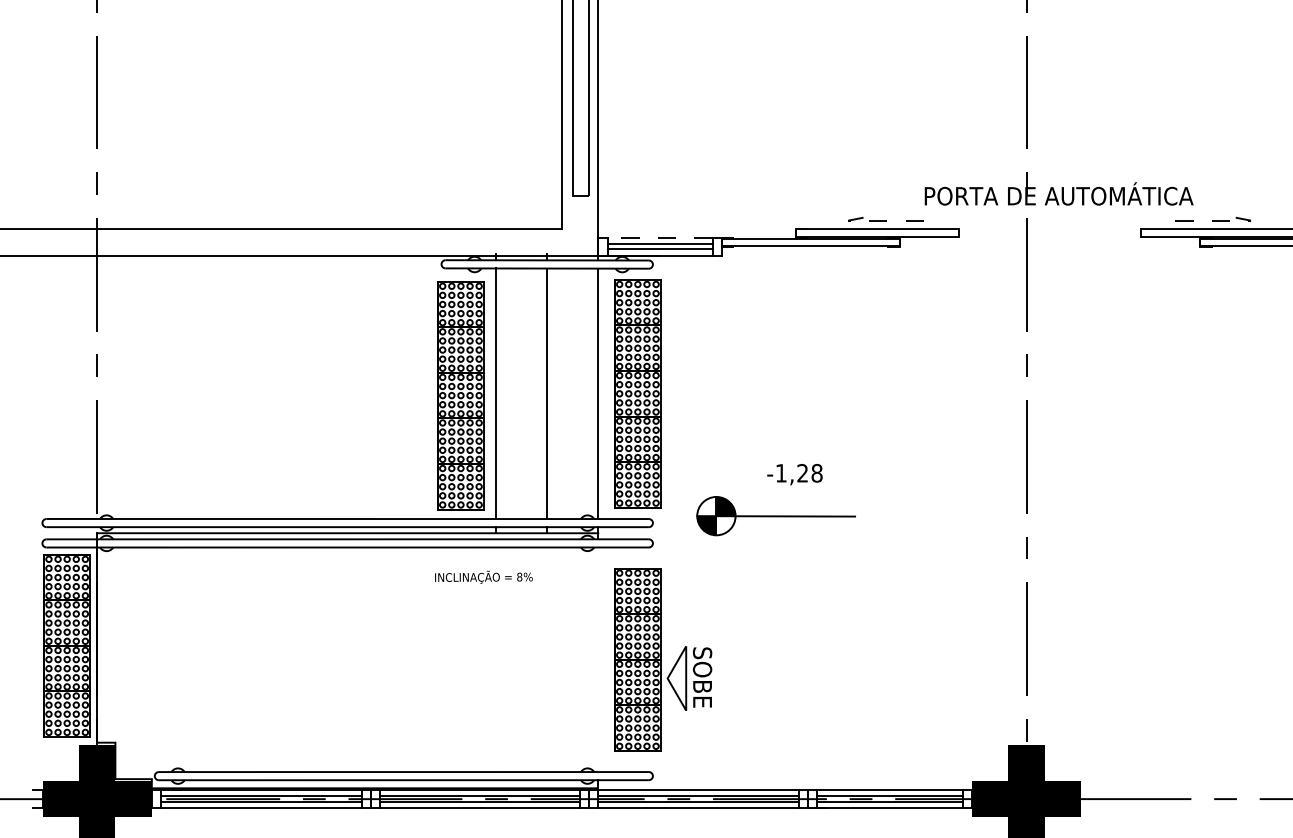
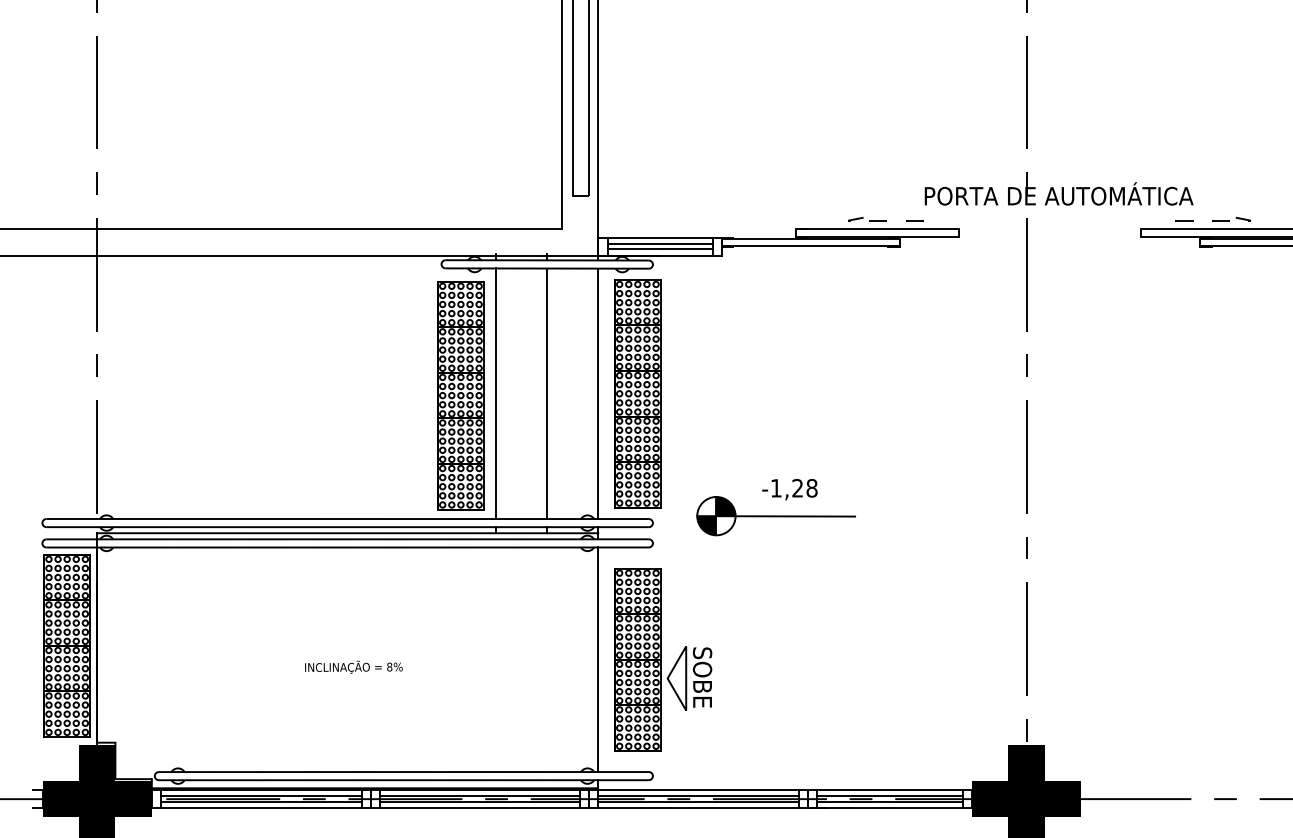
line at (660, 237): dashed -> solid
text at (794, 474) position: (794, 474) -> (789, 489)
text at (483, 576) position: (483, 576) -> (353, 666)
line at (598, 659): none -> present
